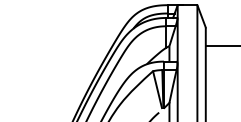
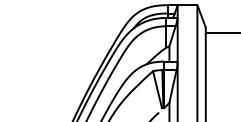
line at (221, 45) position: (221, 45) -> (221, 32)
